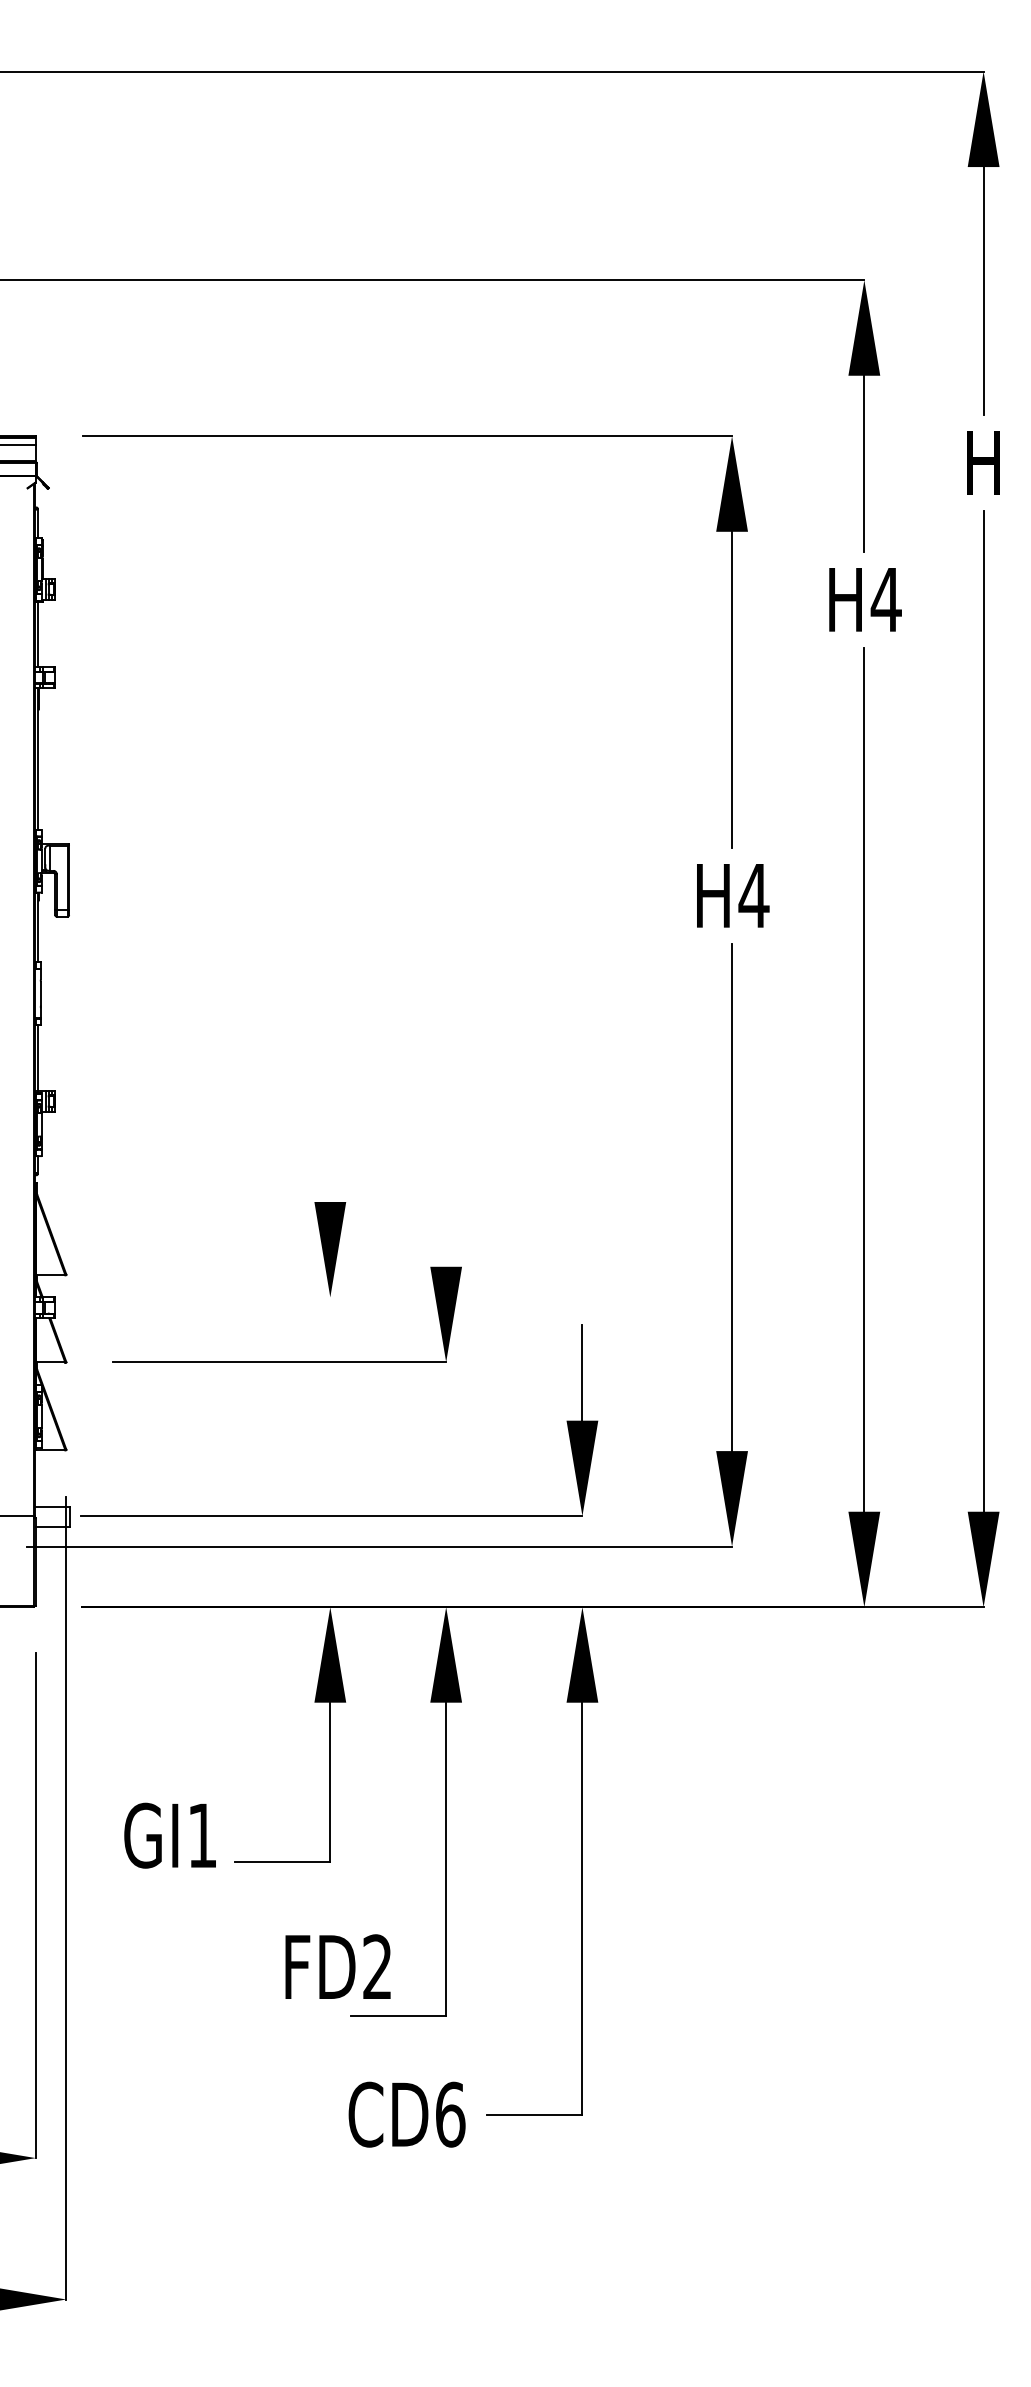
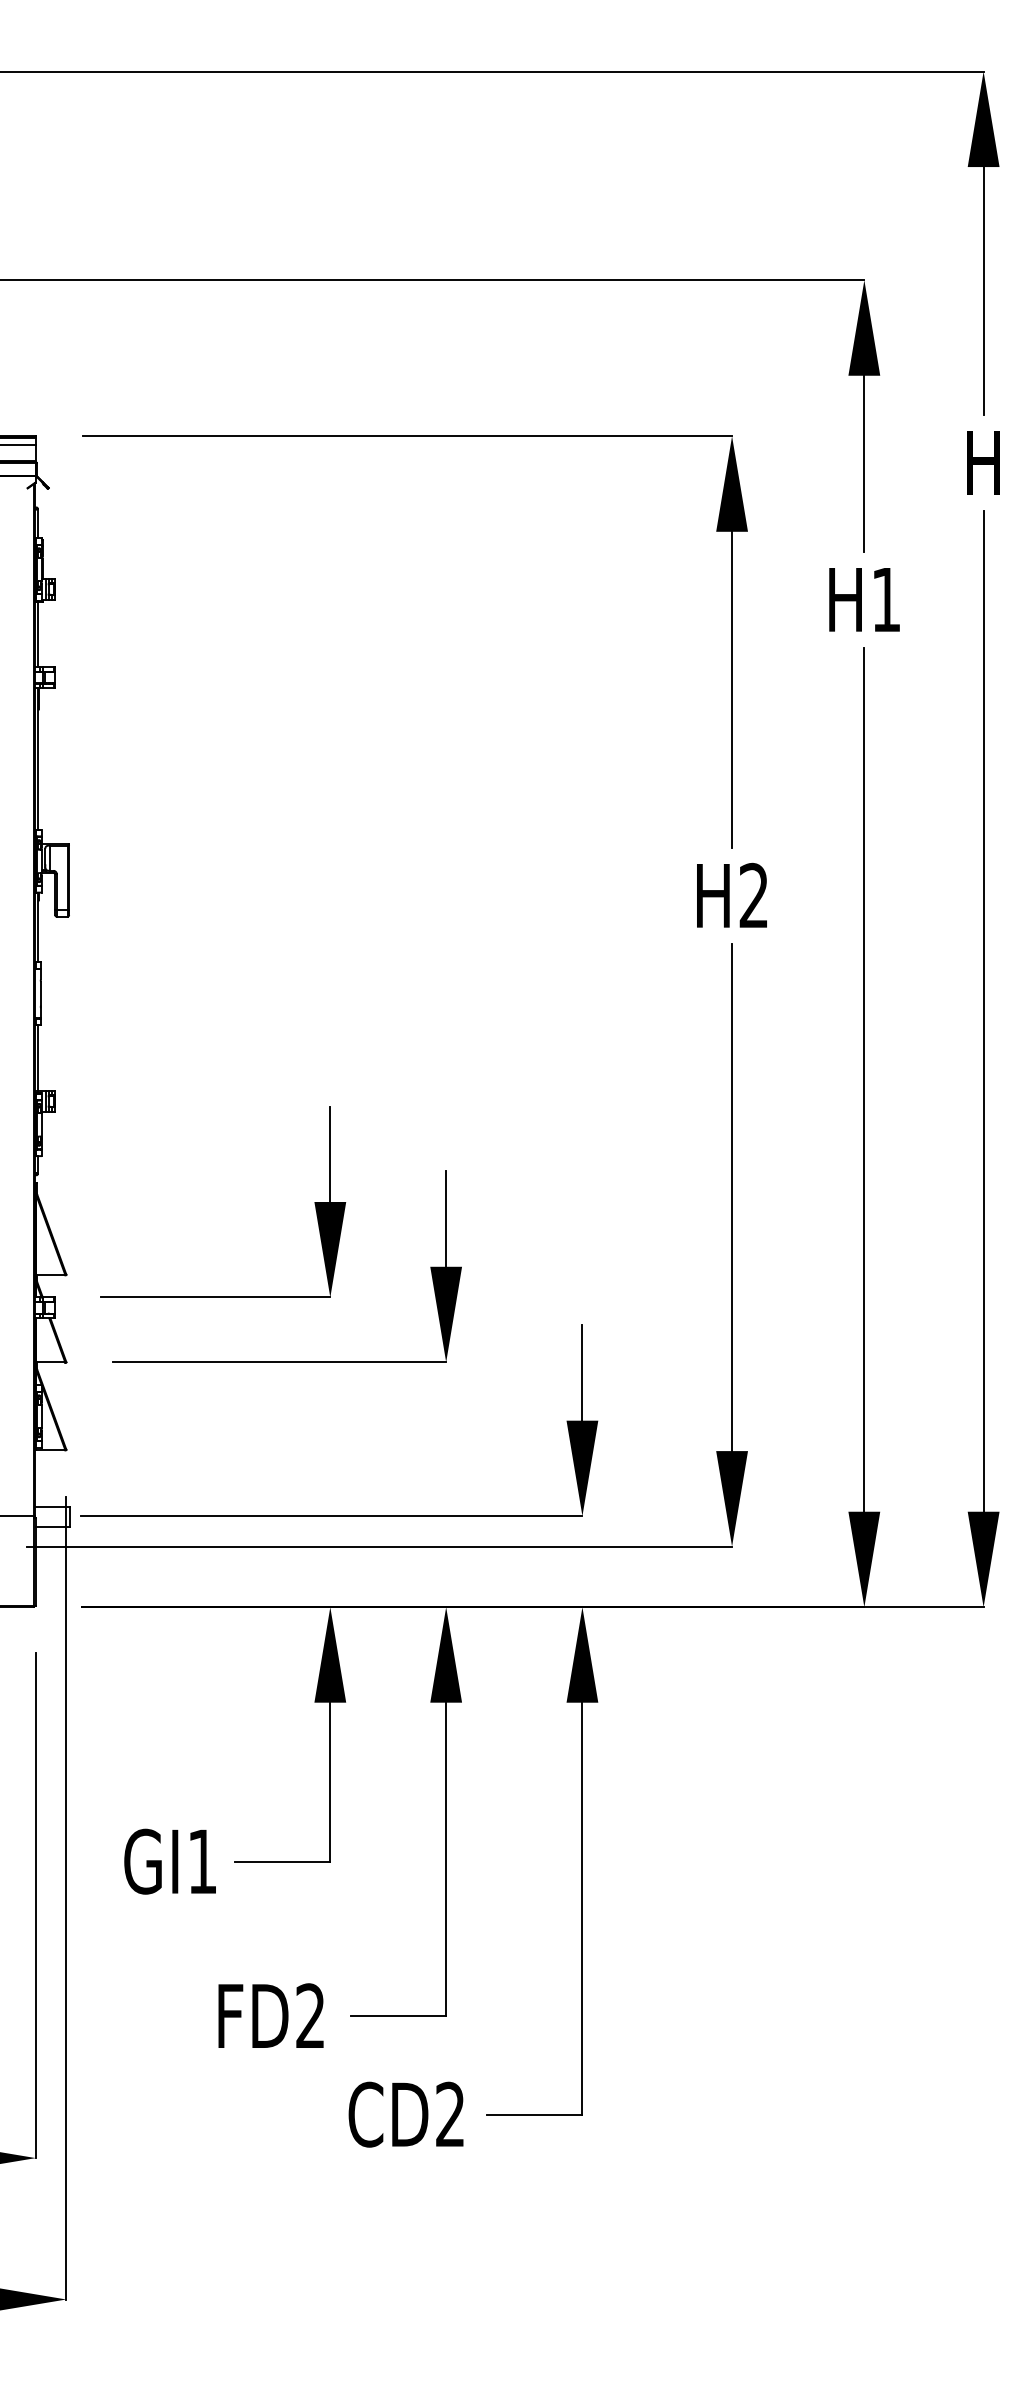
text at (885, 599): H4 -> H1
text at (753, 894): H4 -> H2
line at (330, 1154): none -> present
line at (446, 1218): none -> present
line at (215, 1297): none -> present
text at (169, 1835) position: (169, 1835) -> (169, 1861)
text at (337, 1966) position: (337, 1966) -> (270, 2015)
text at (450, 2114): CD6 -> CD2
